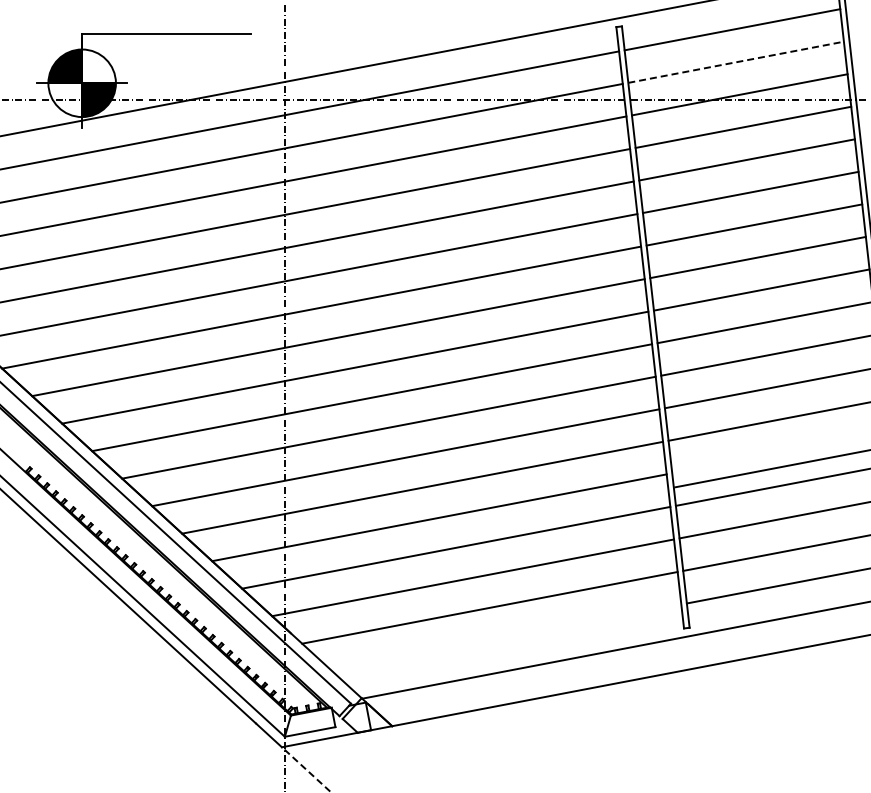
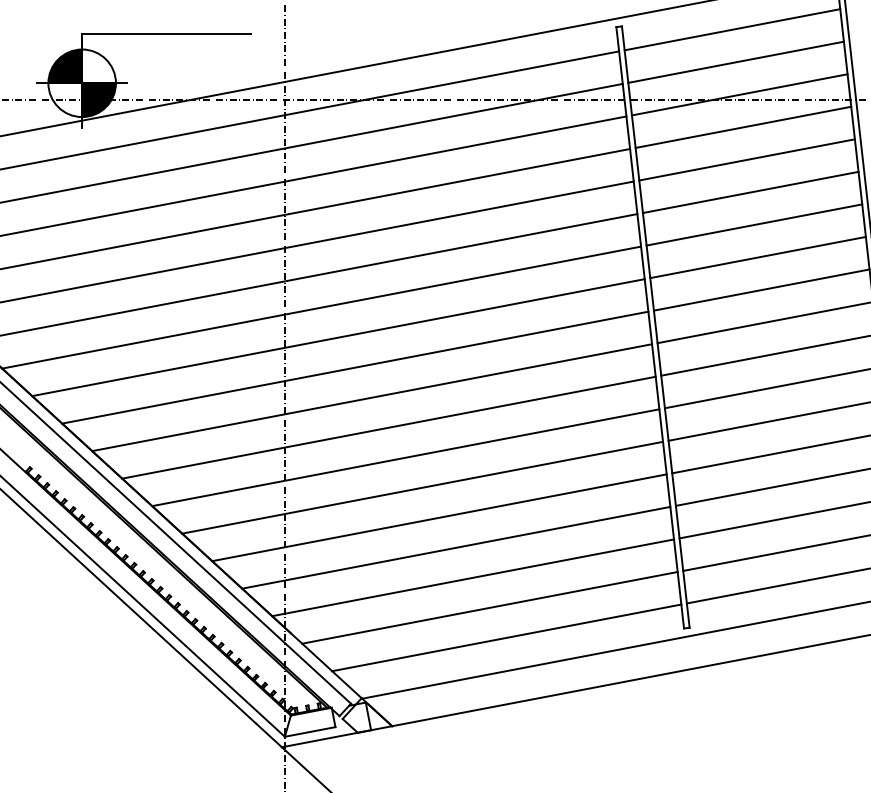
line at (736, 62): dashed -> solid
line at (771, 468) position: (771, 468) -> (769, 454)
line at (506, 637): none -> present
line at (306, 769): dashed -> solid
